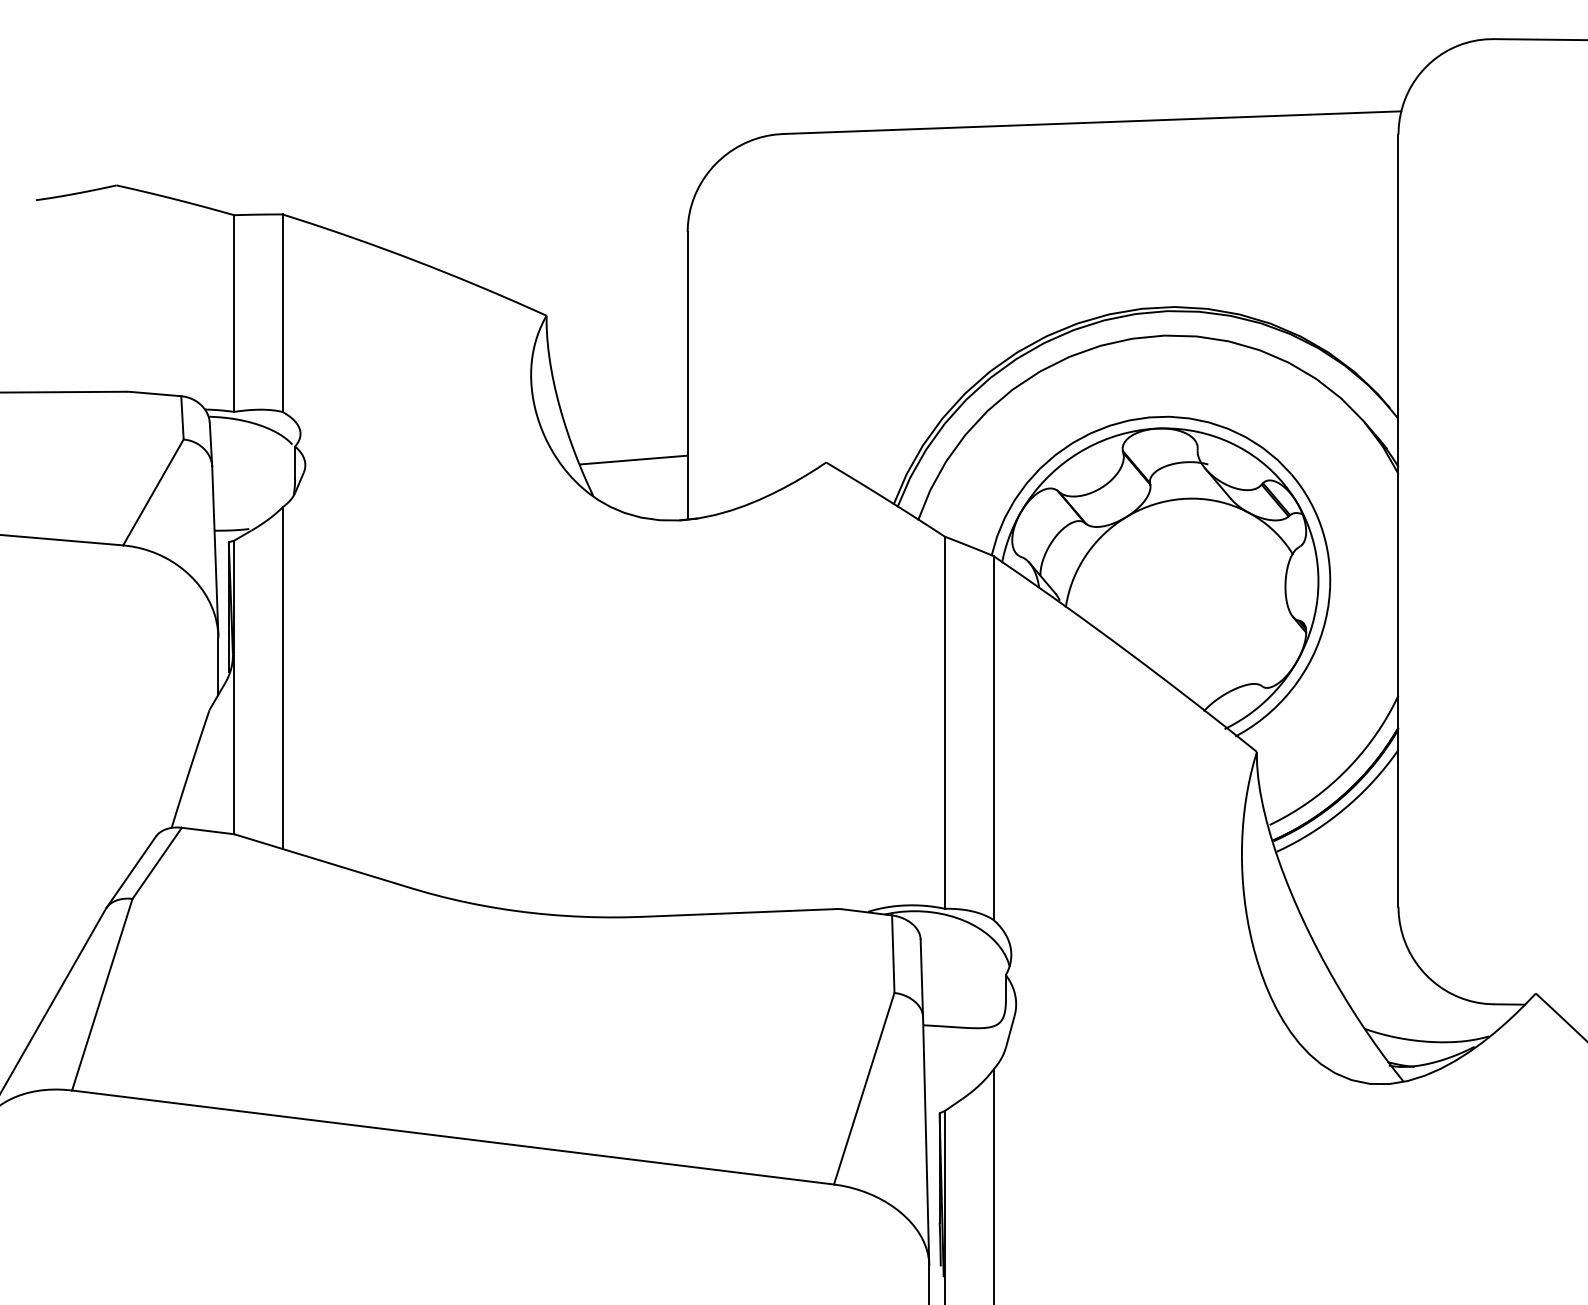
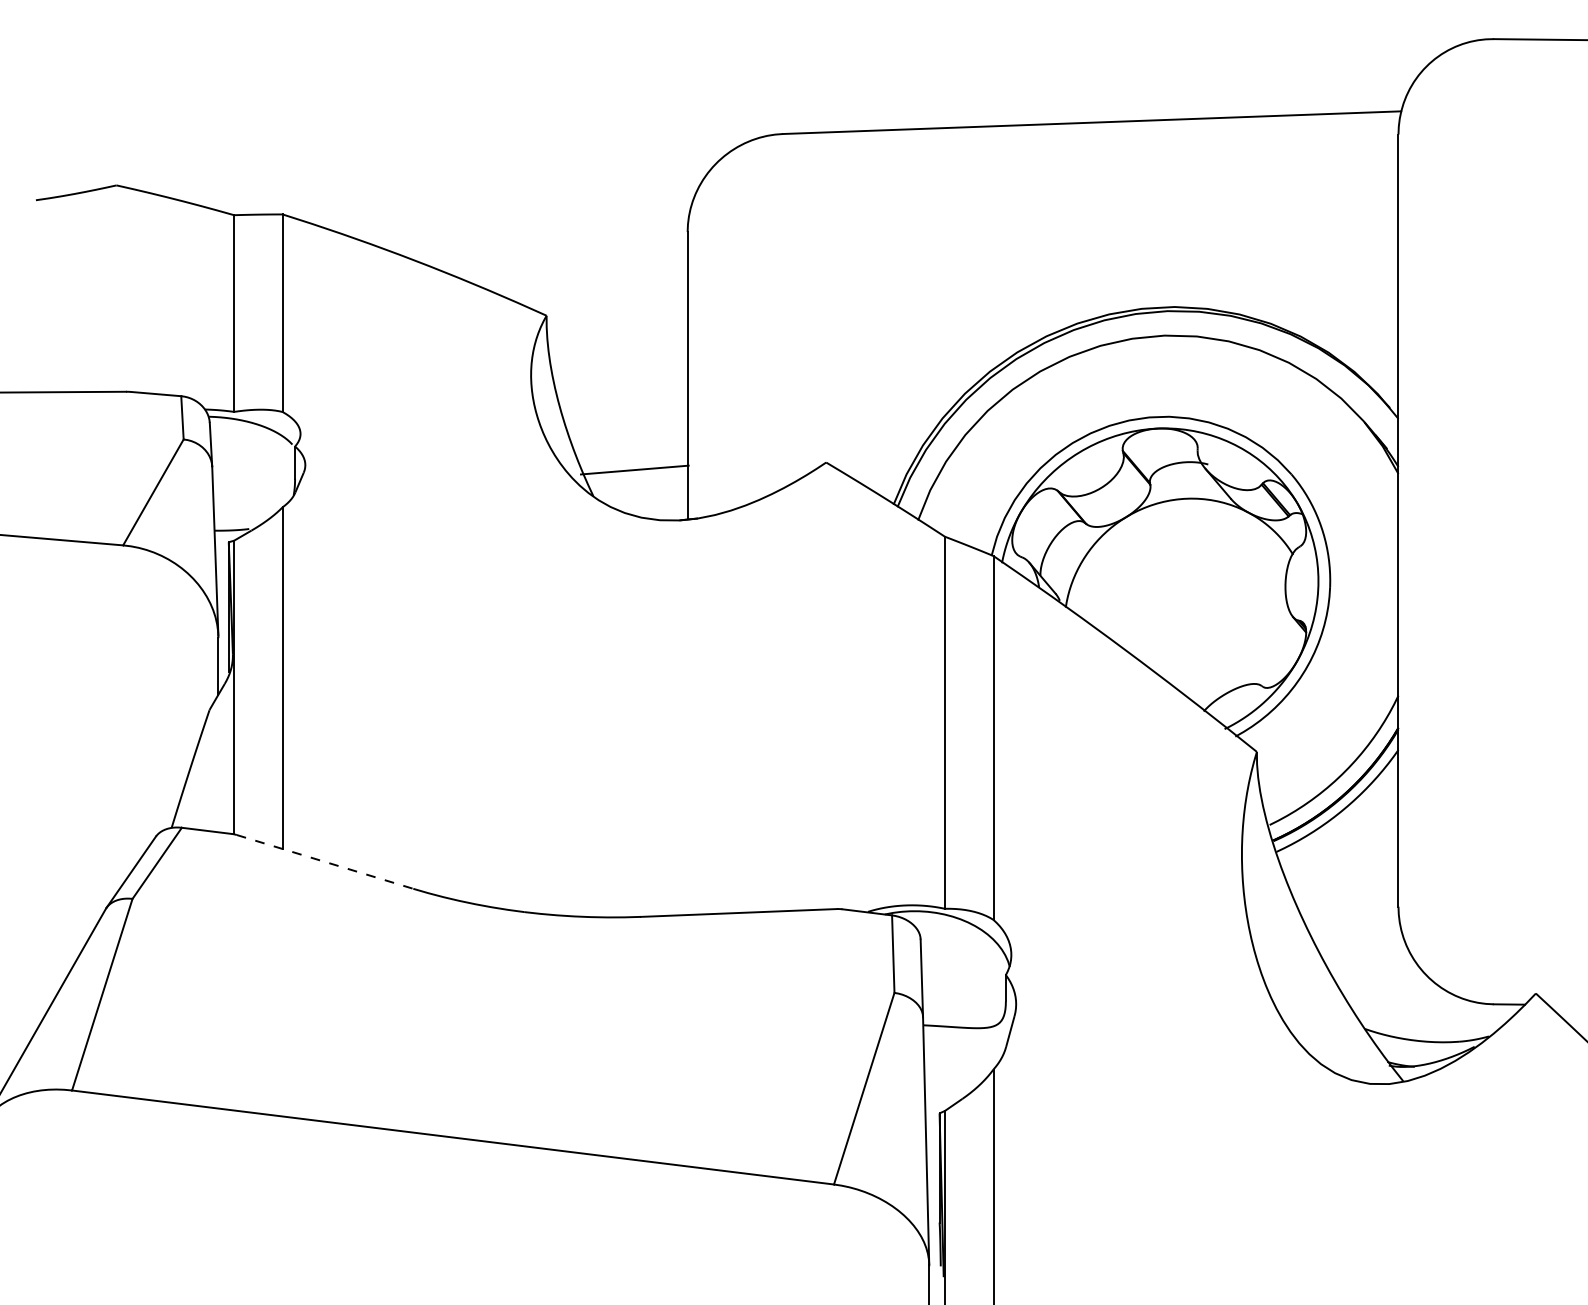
line at (633, 459) position: (633, 459) -> (634, 469)
line at (325, 862): solid -> dashed
